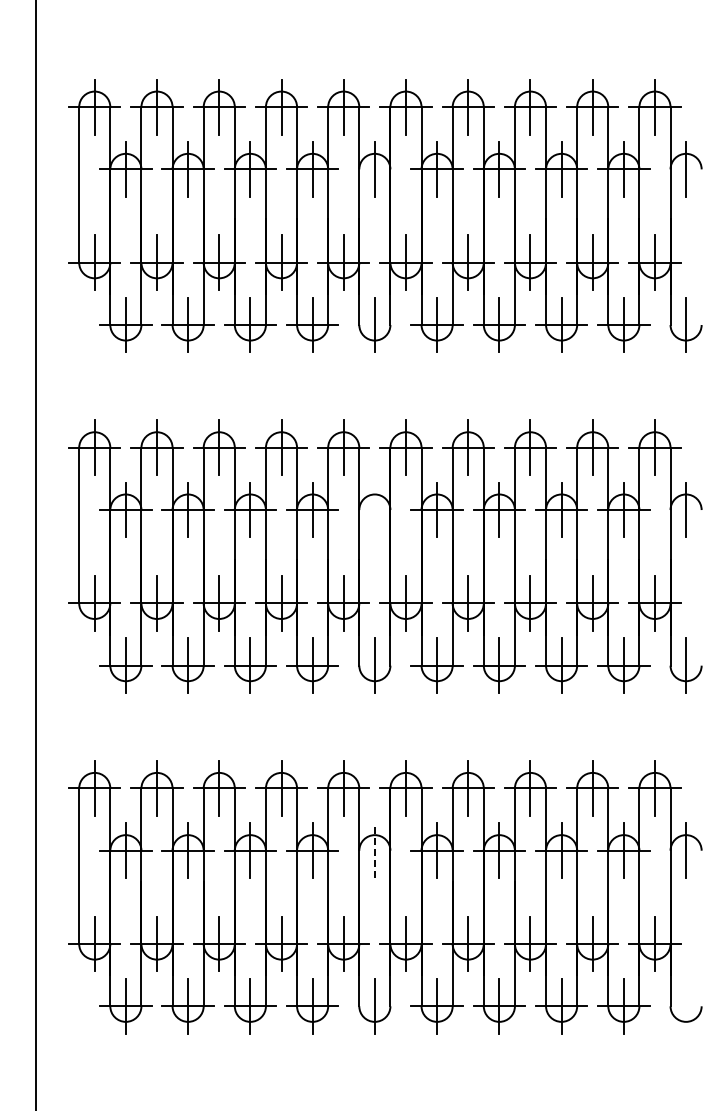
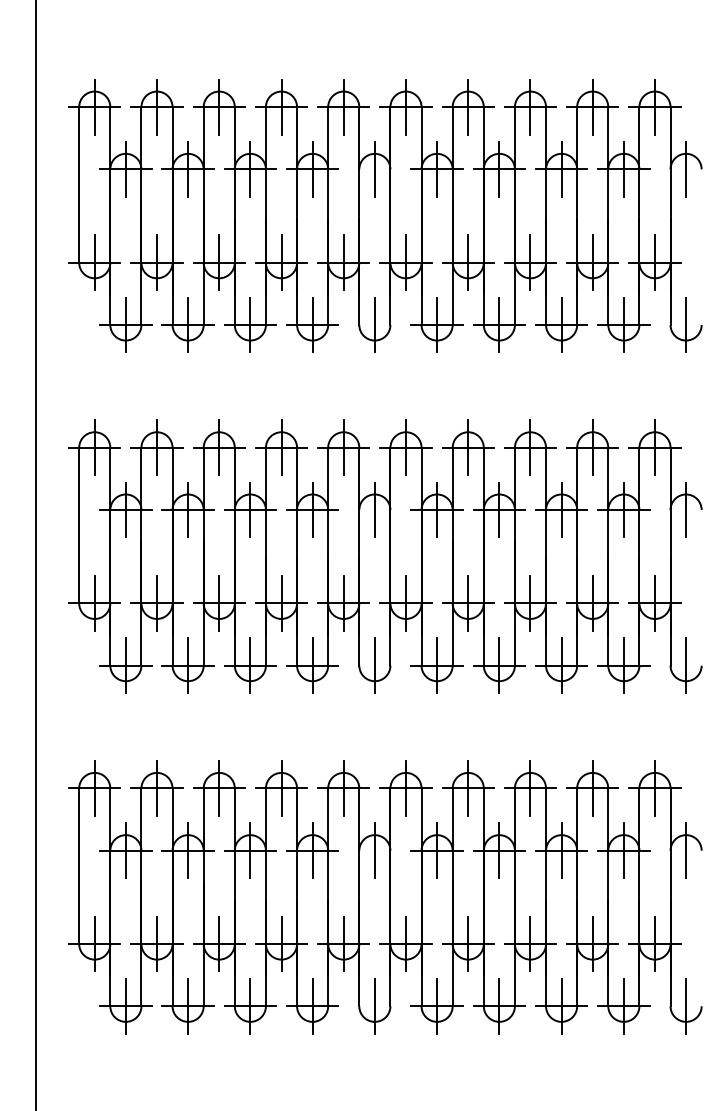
line at (374, 509): none -> present
line at (374, 850): dashed -> solid
line at (686, 1005): none -> present
